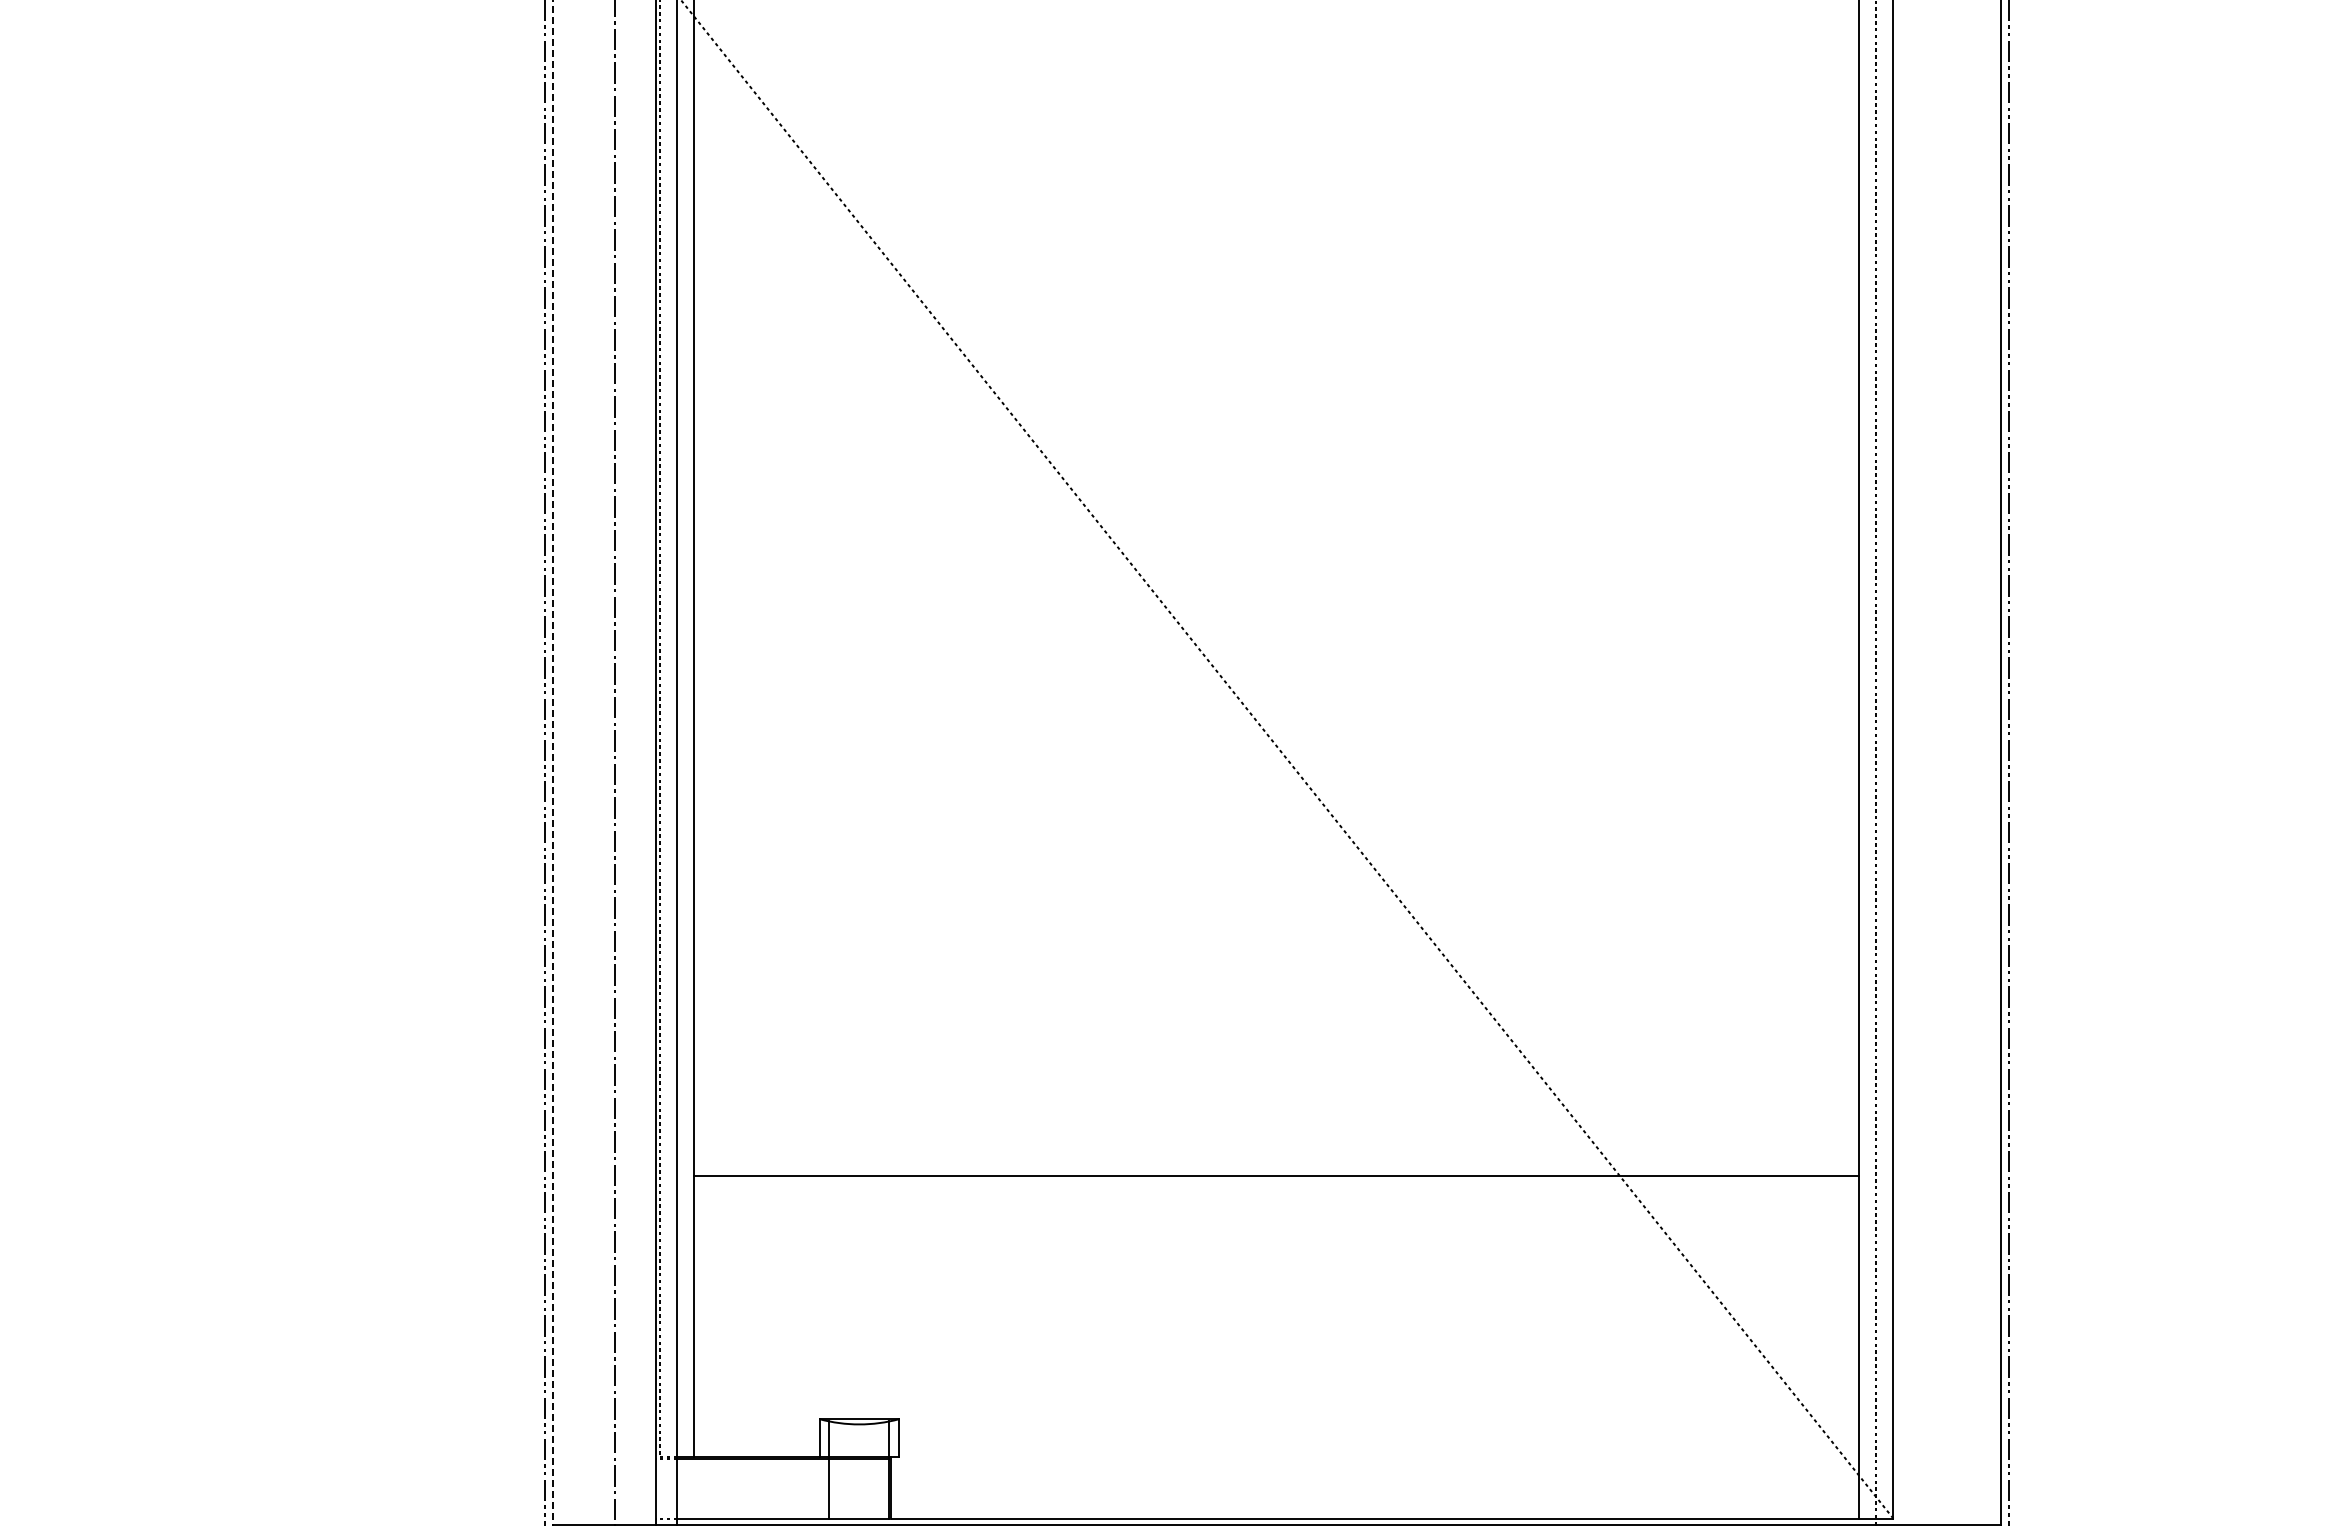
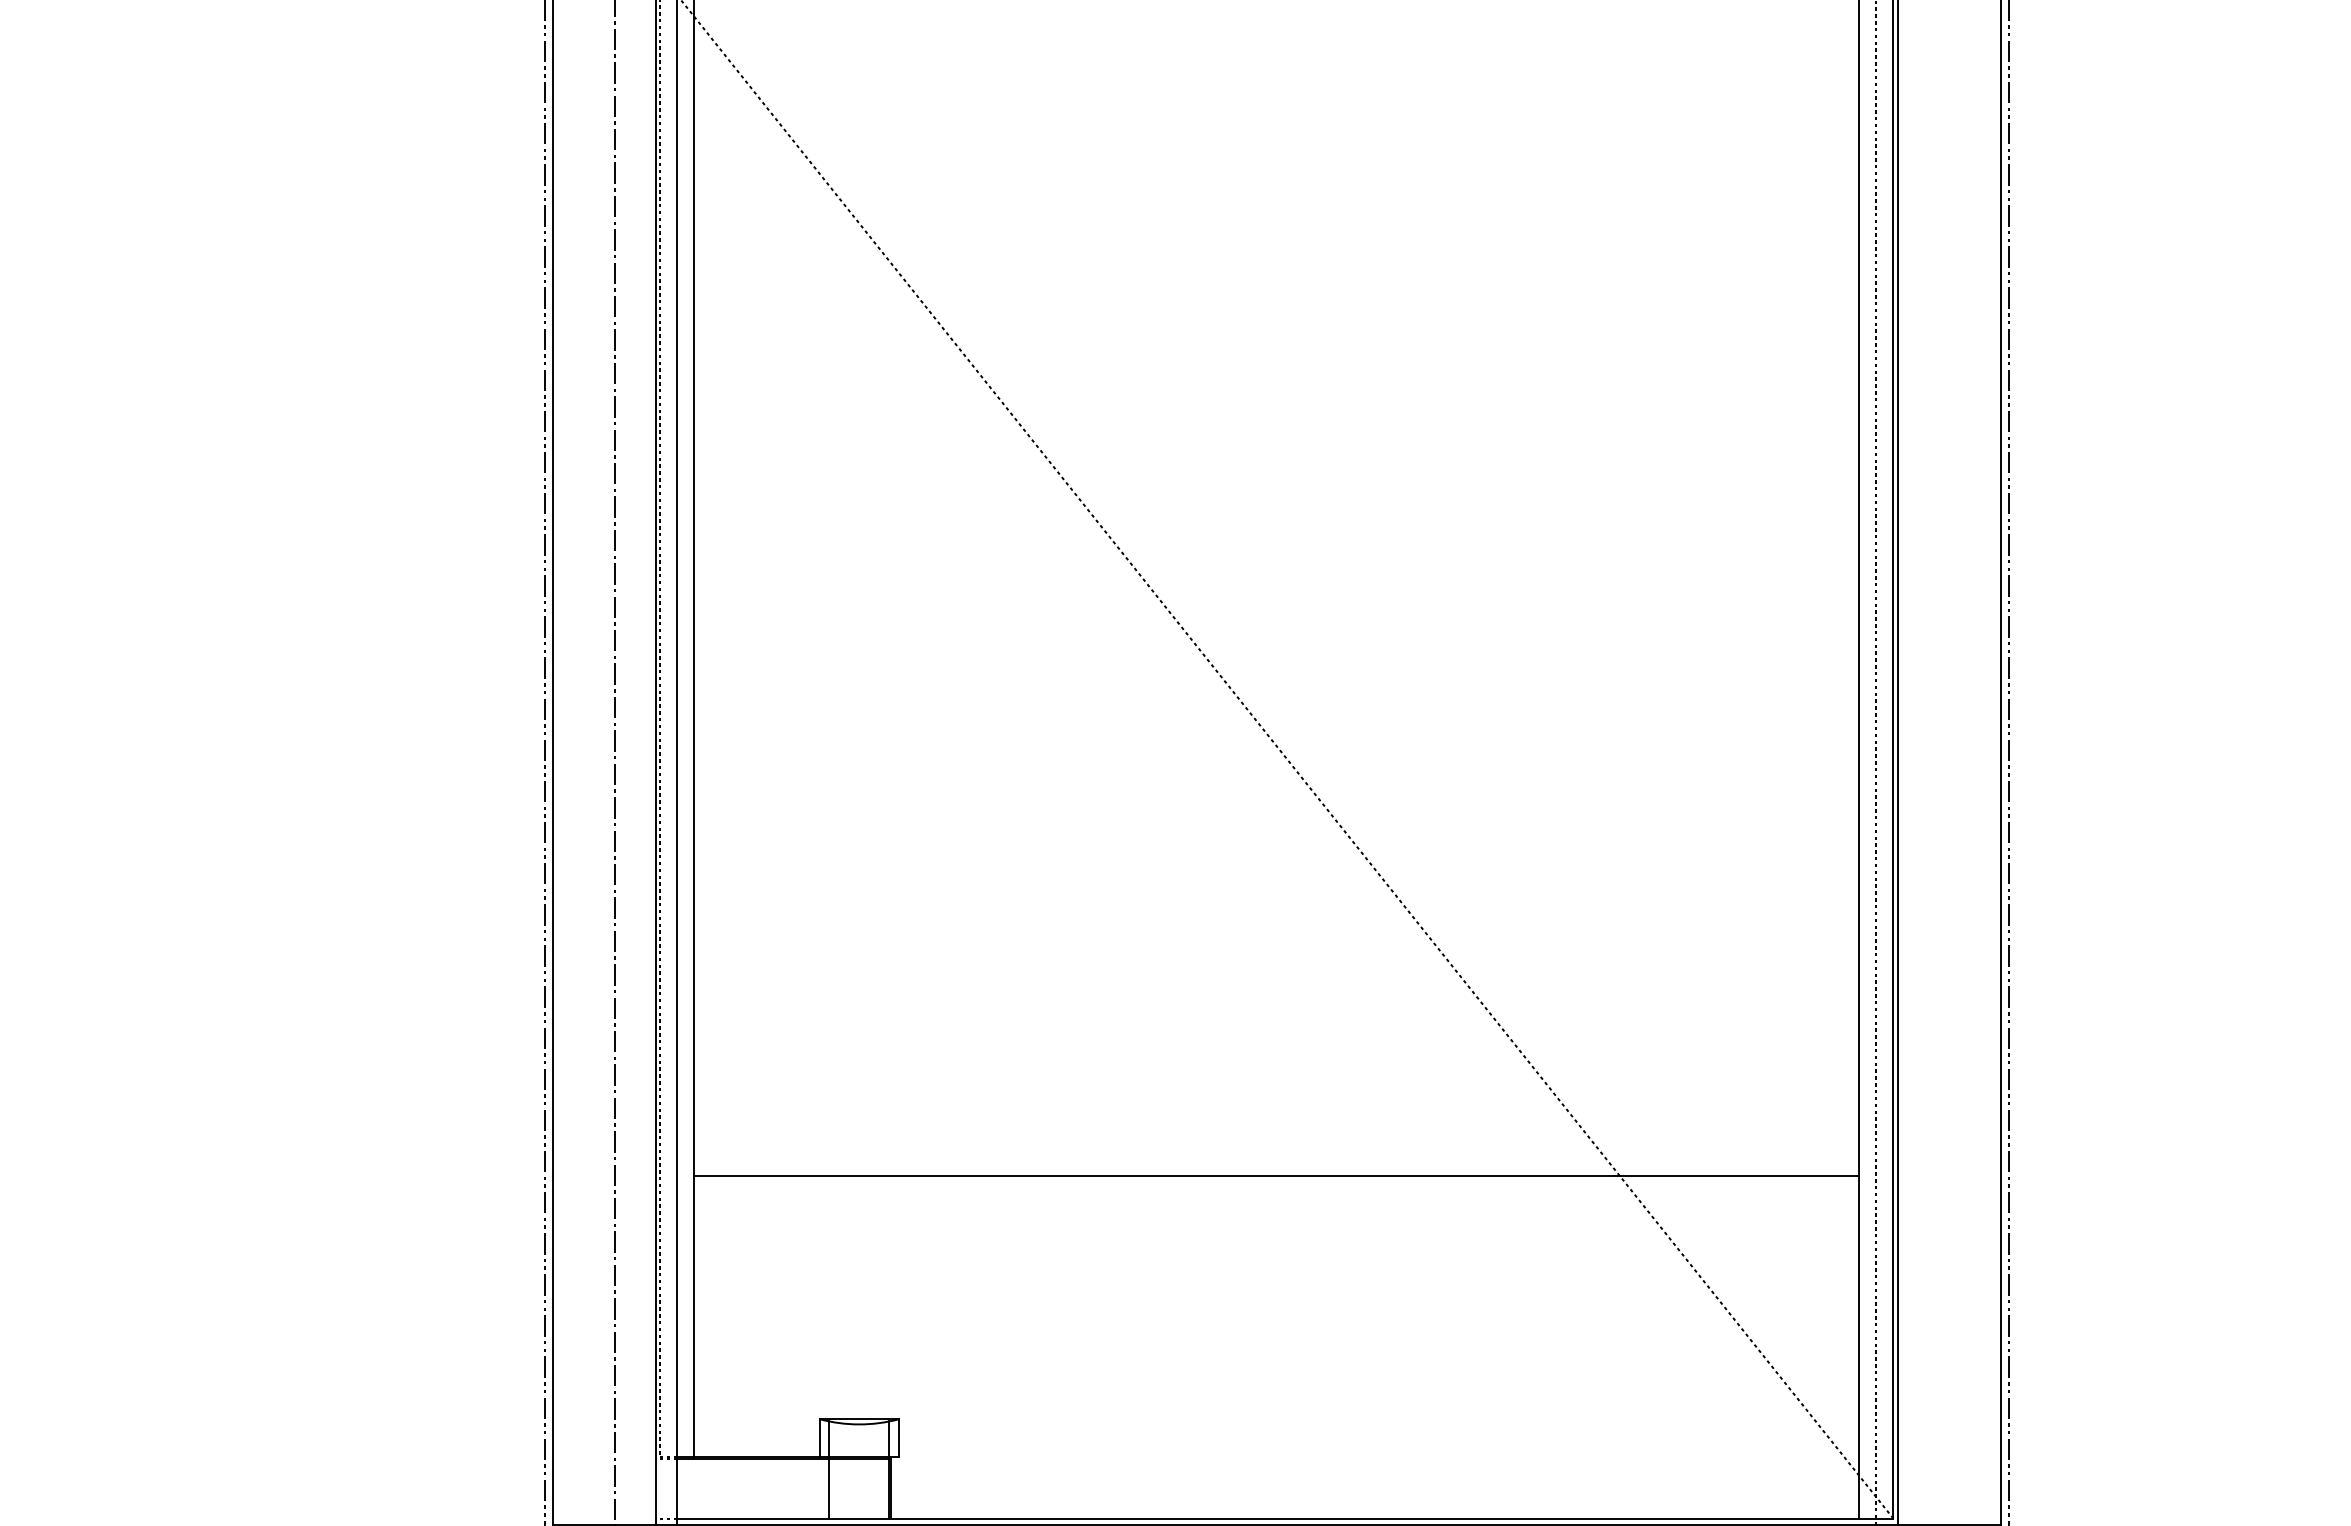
line at (553, 762): dashed -> solid
line at (1897, 762): none -> present
